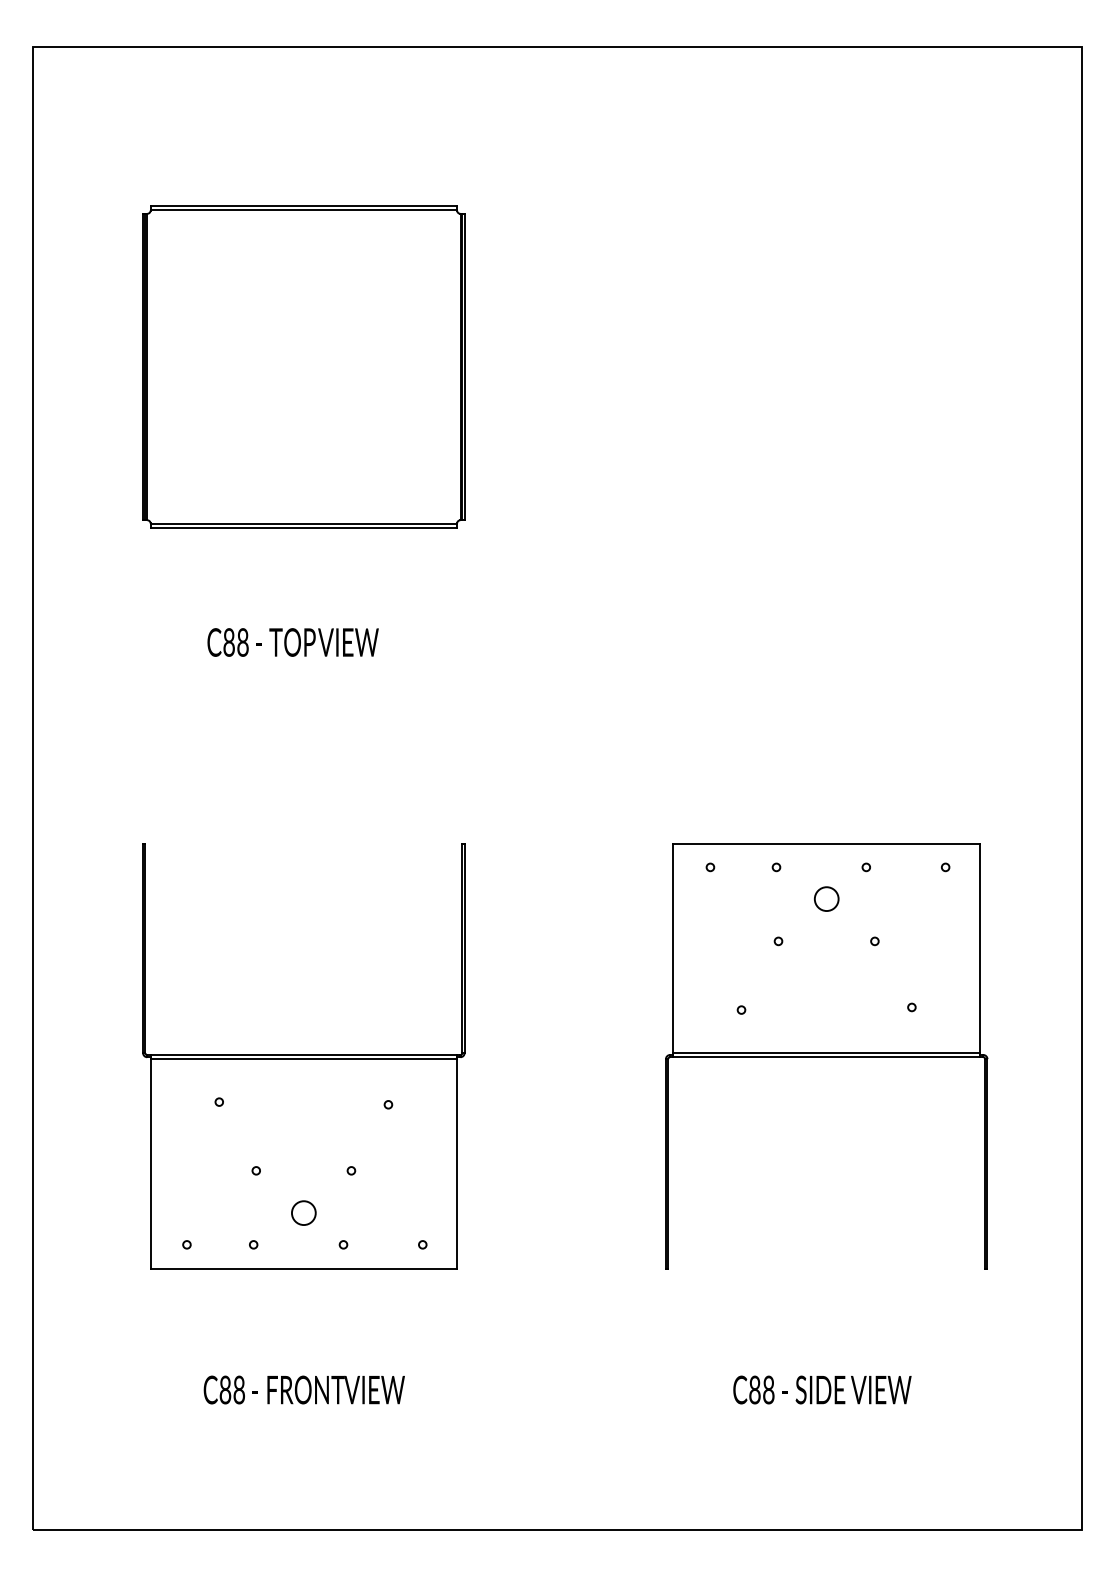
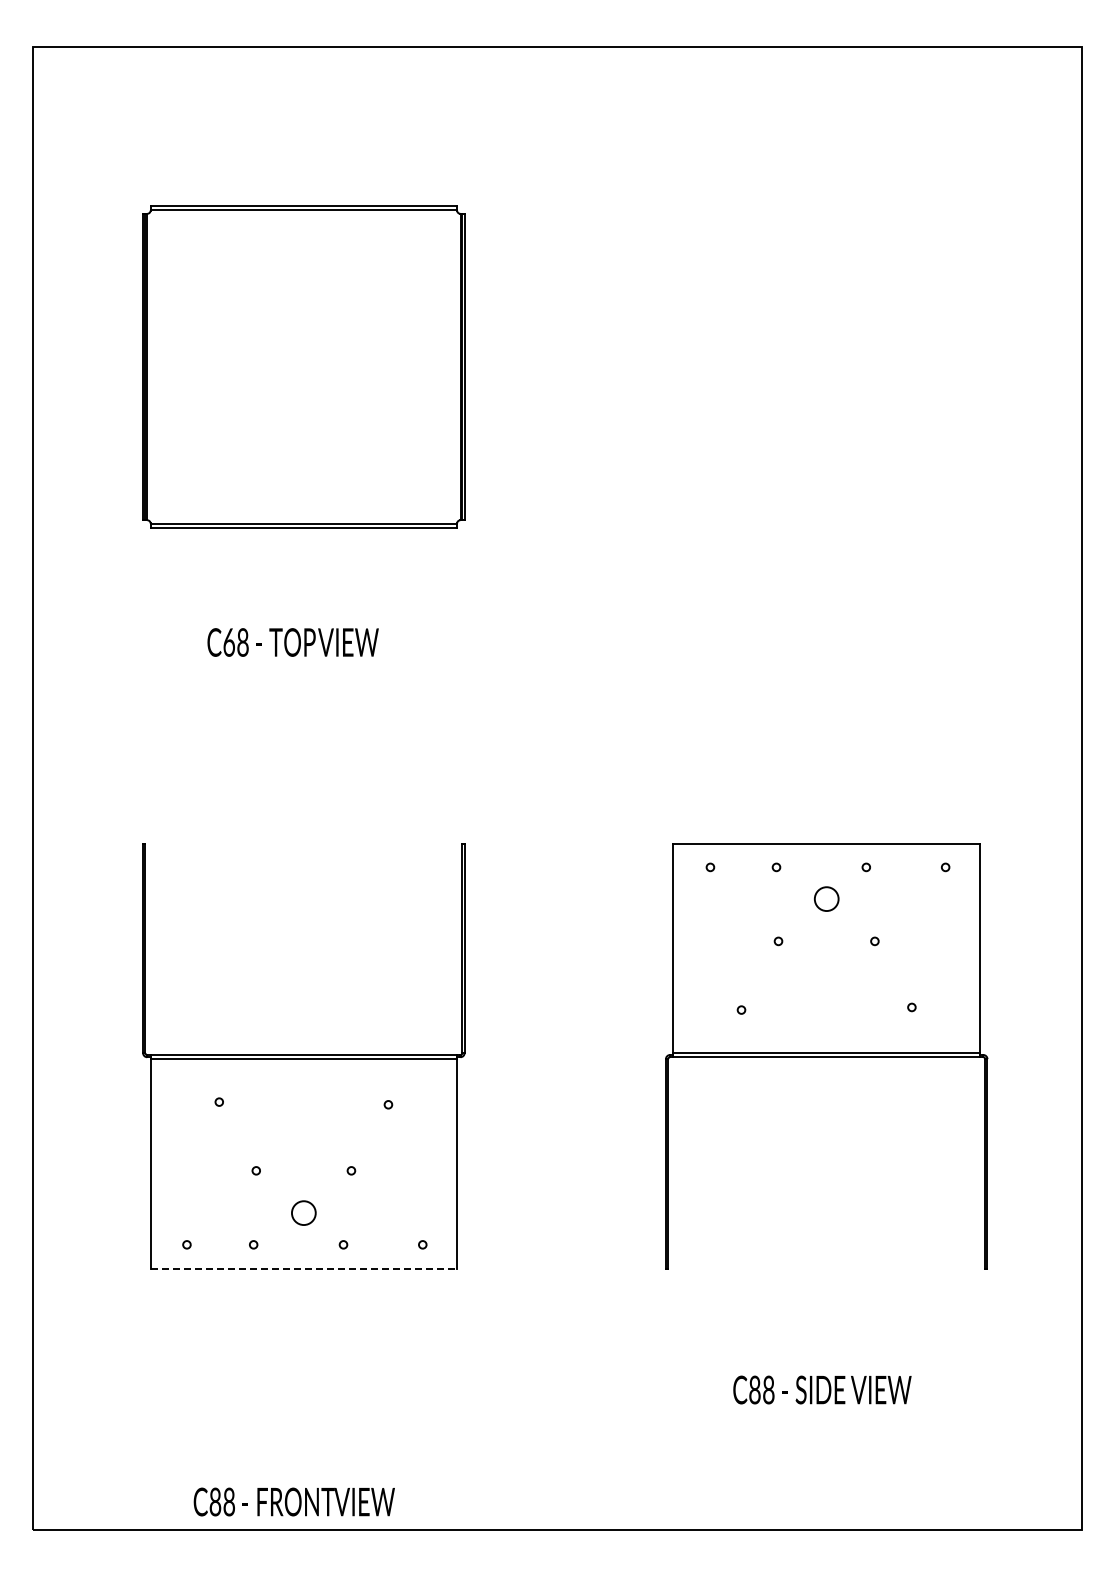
text at (228, 642): C88 -> C68
line at (304, 1268): solid -> dashed
text at (303, 1389) position: (303, 1389) -> (293, 1501)
